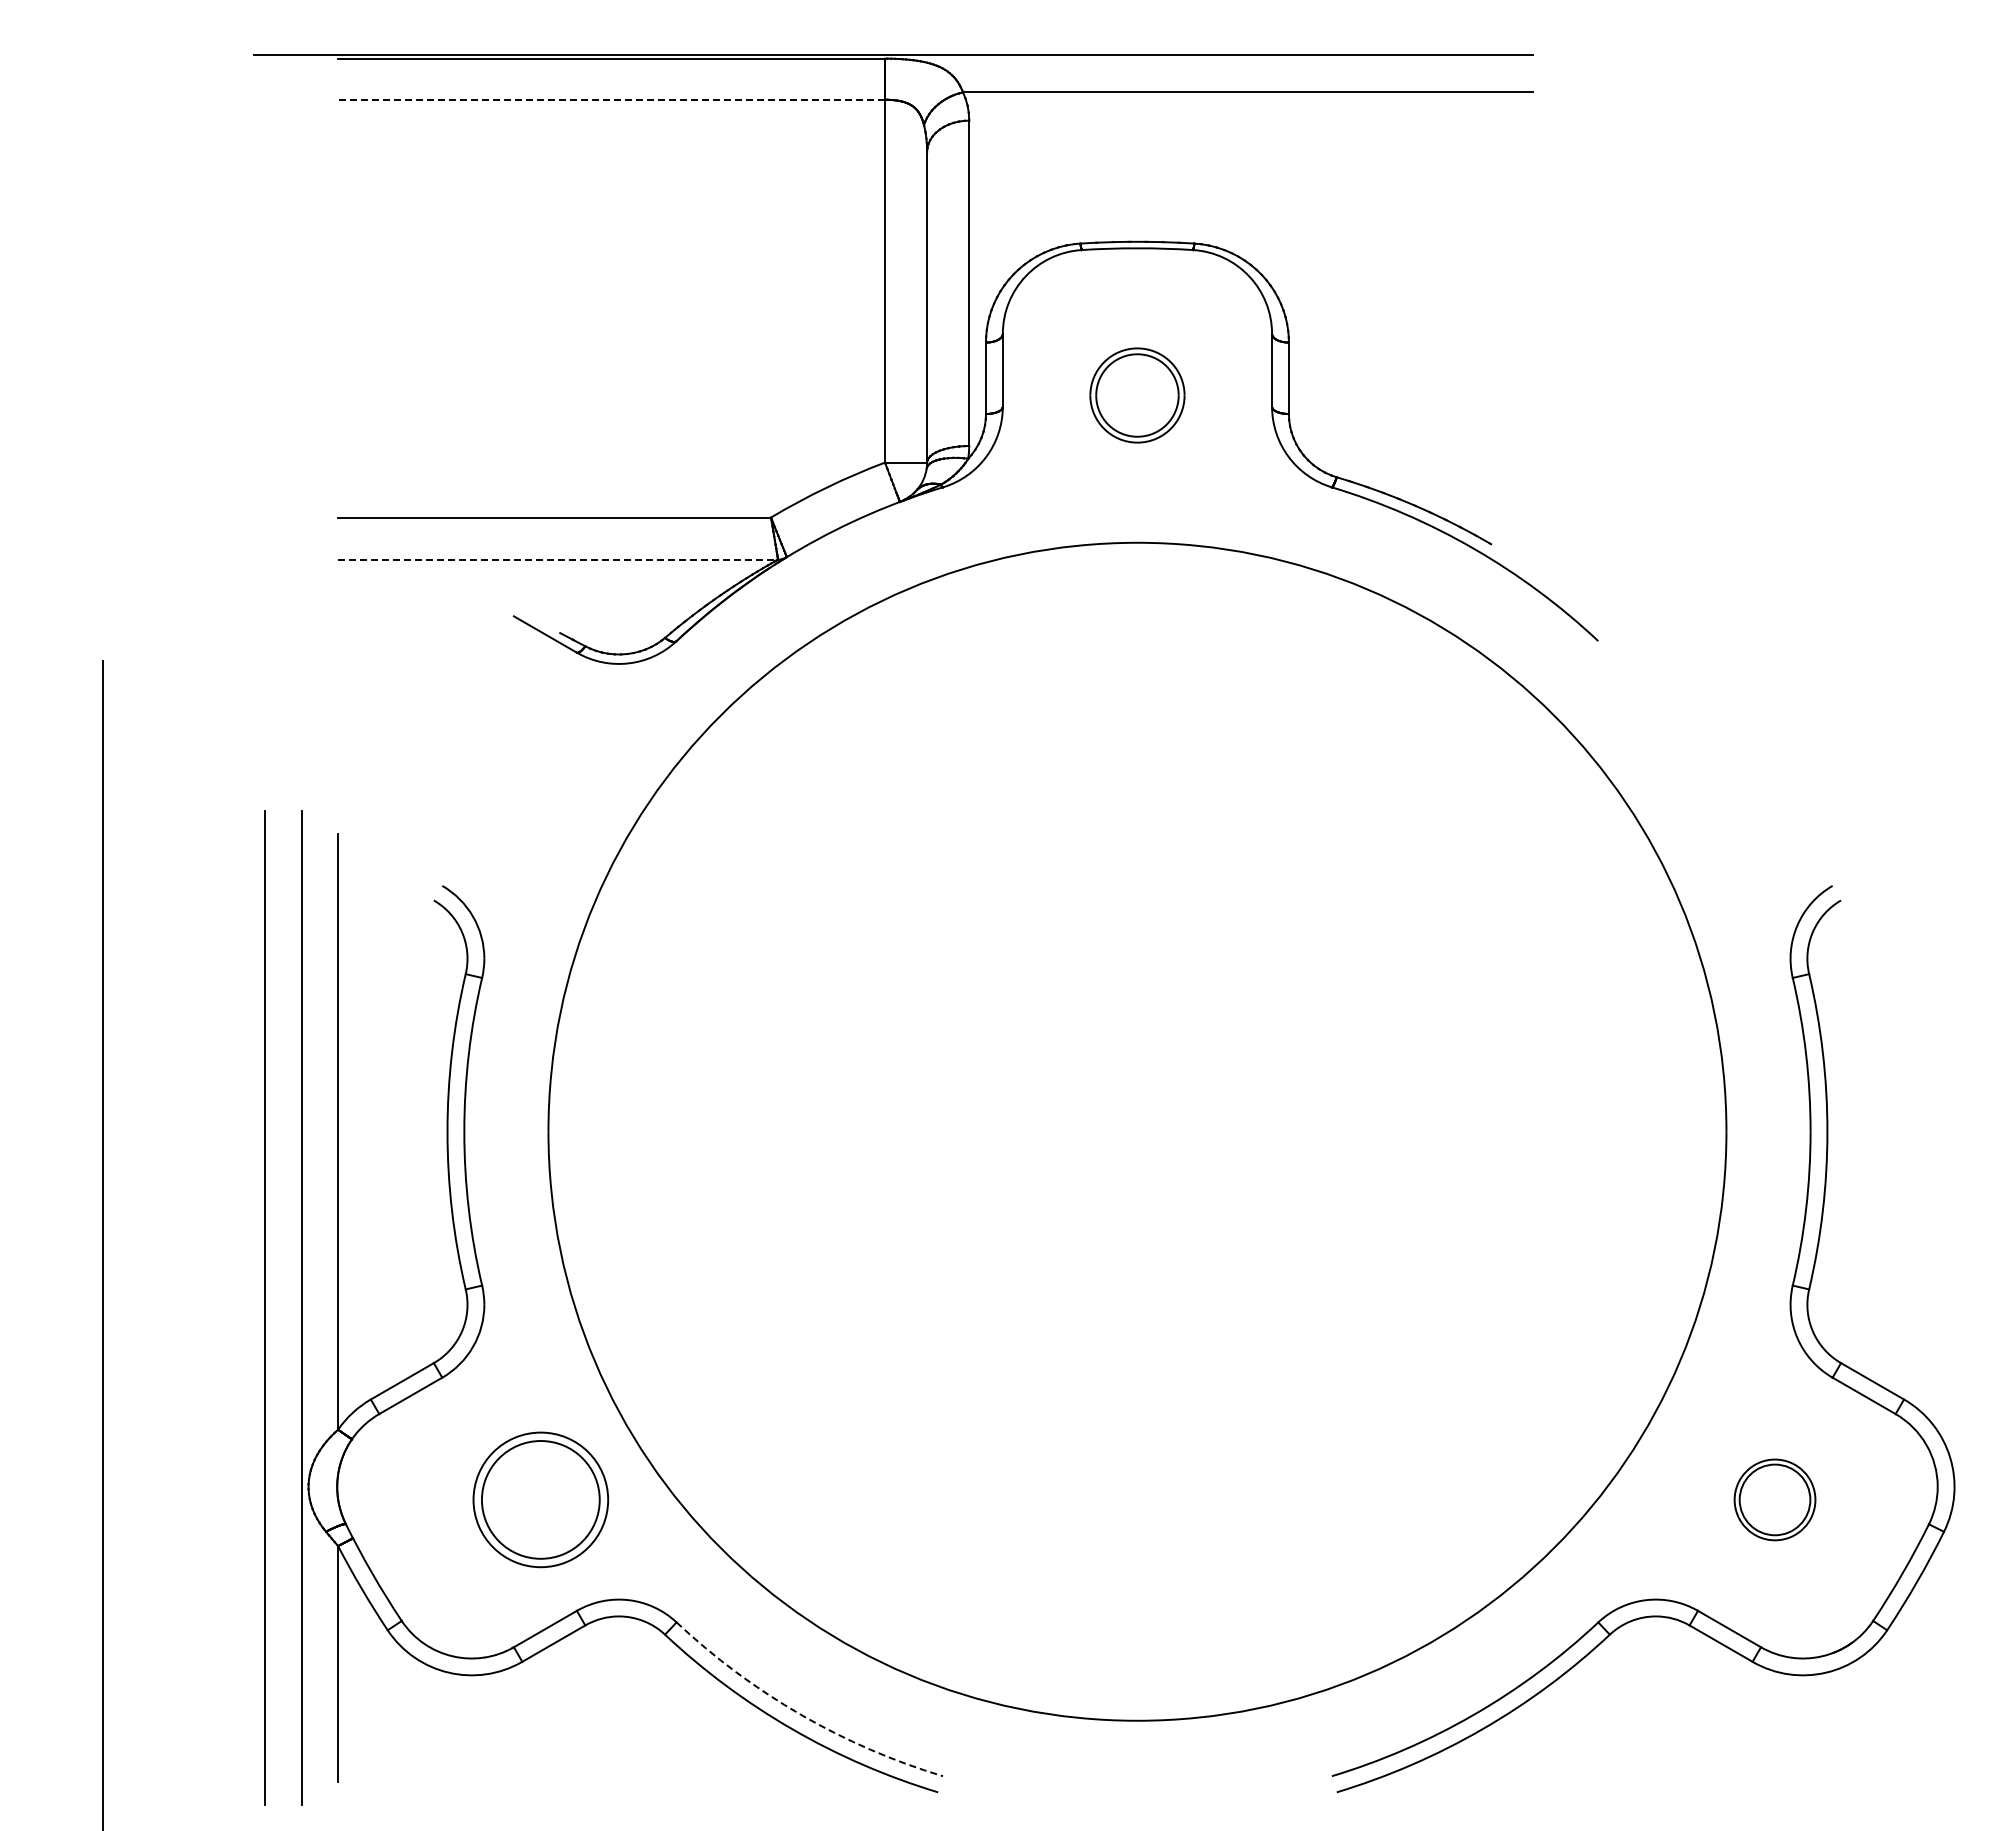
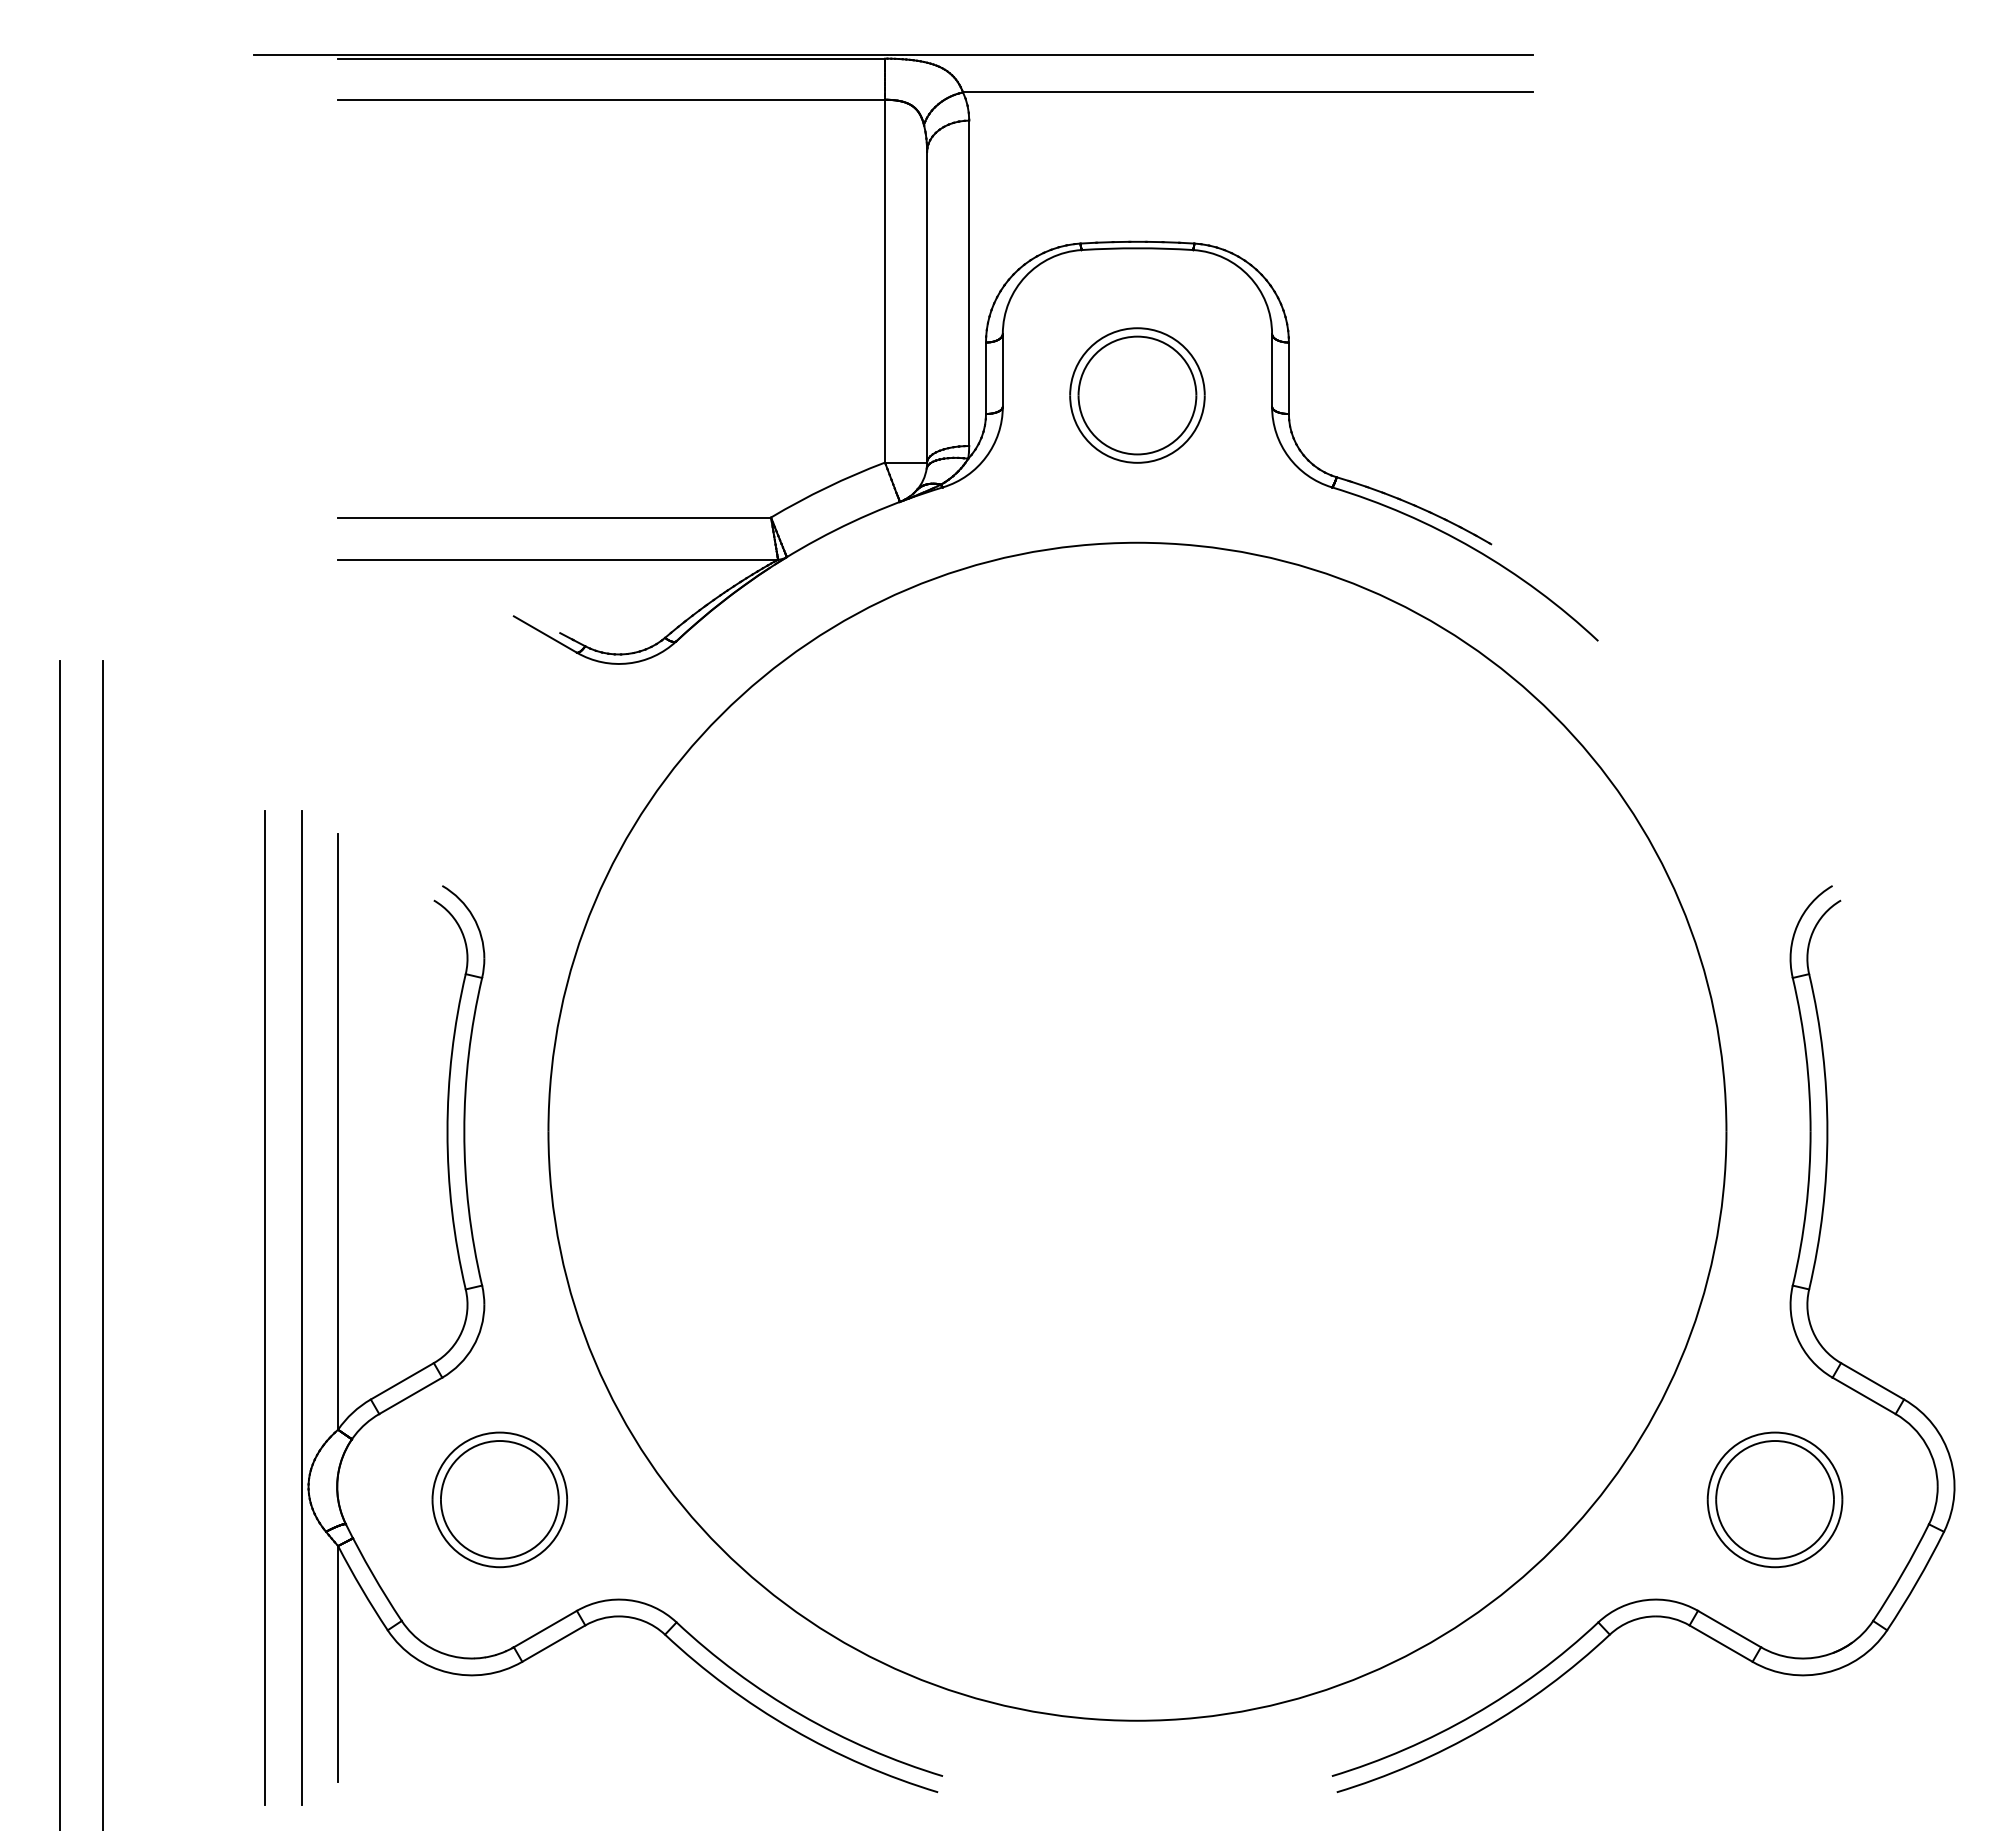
line at (611, 99): dashed -> solid
part at (1137, 395) size: 97x97 px -> 137x137 px
line at (558, 559): dashed -> solid
line at (60, 1243): none -> present
part at (540, 1499) position: (540, 1499) -> (499, 1499)
part at (1774, 1499) size: 84x84 px -> 138x138 px
arc at (800, 1714): dashed -> solid
